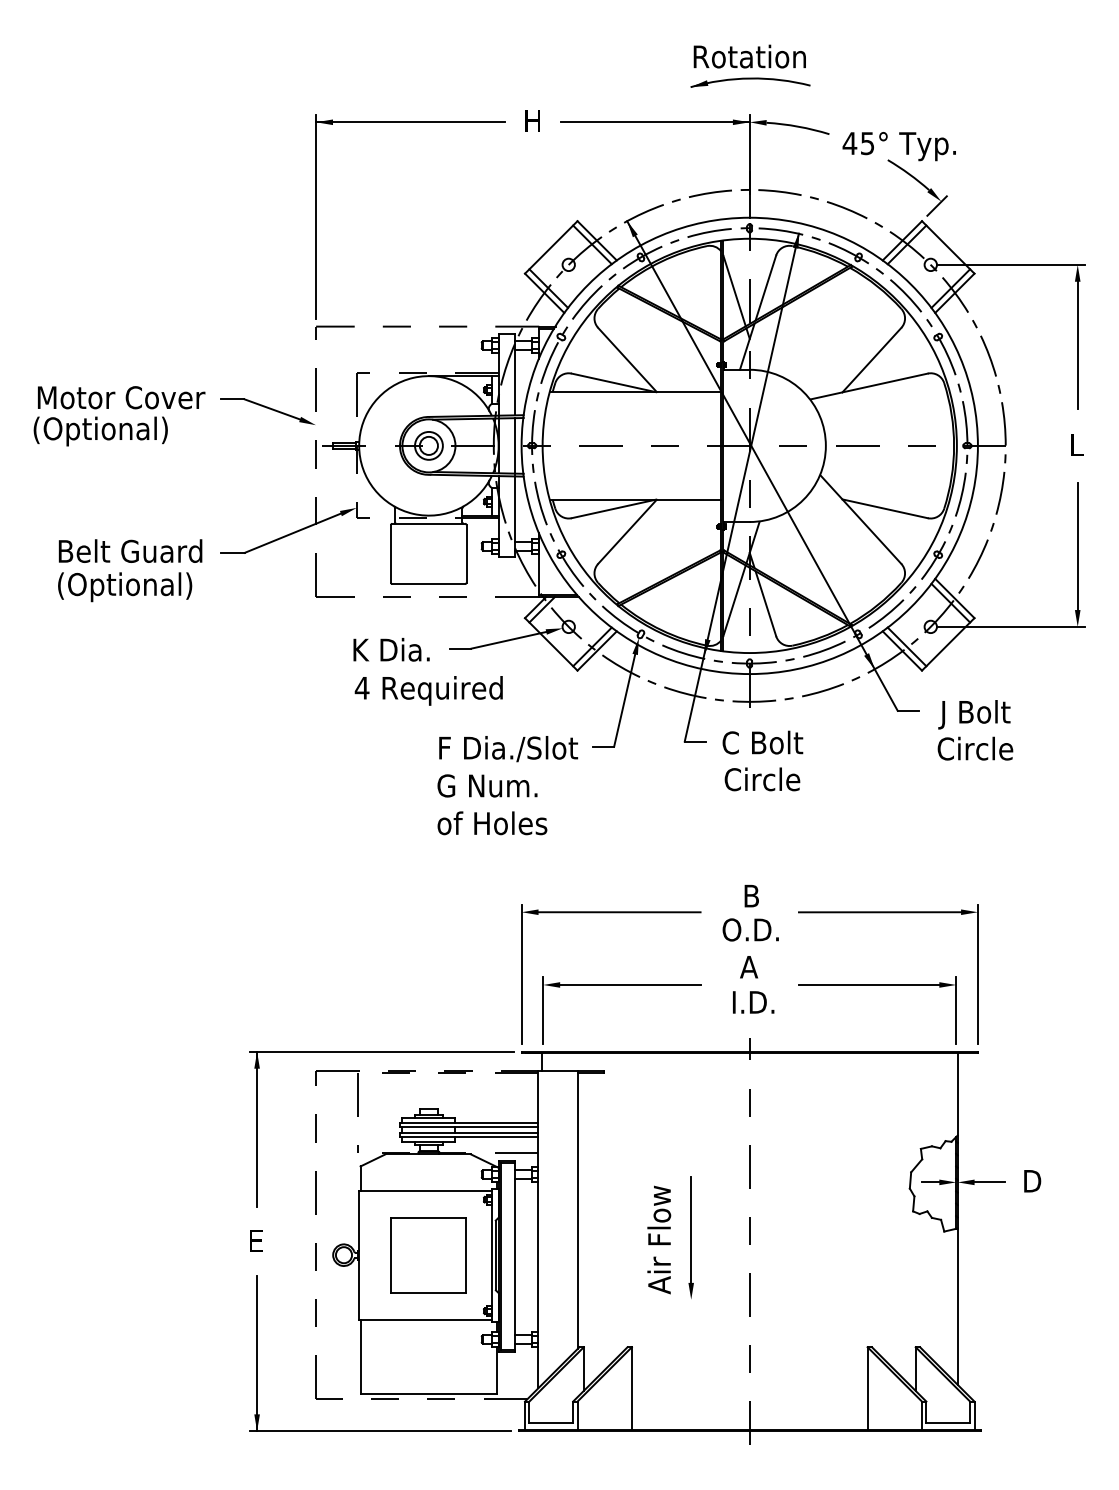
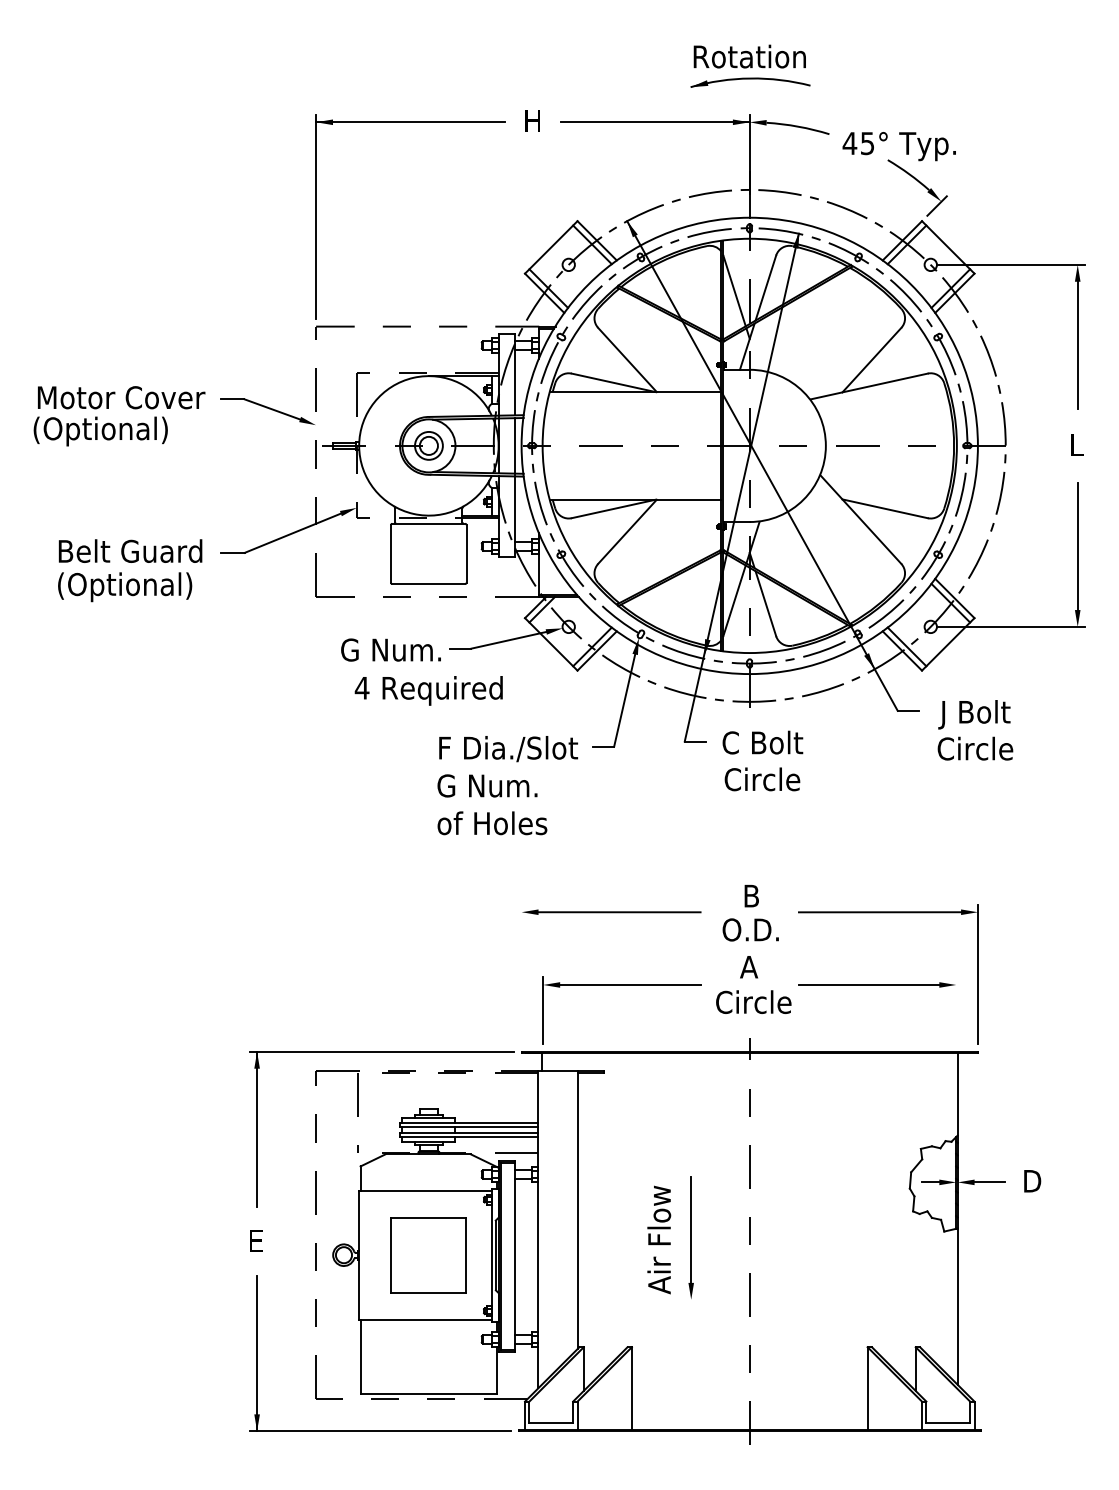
text at (390, 649): K Dia. -> G Num.
line at (521, 974): present -> none
text at (753, 1002): I.D. -> Circle
line at (956, 1010): present -> none
